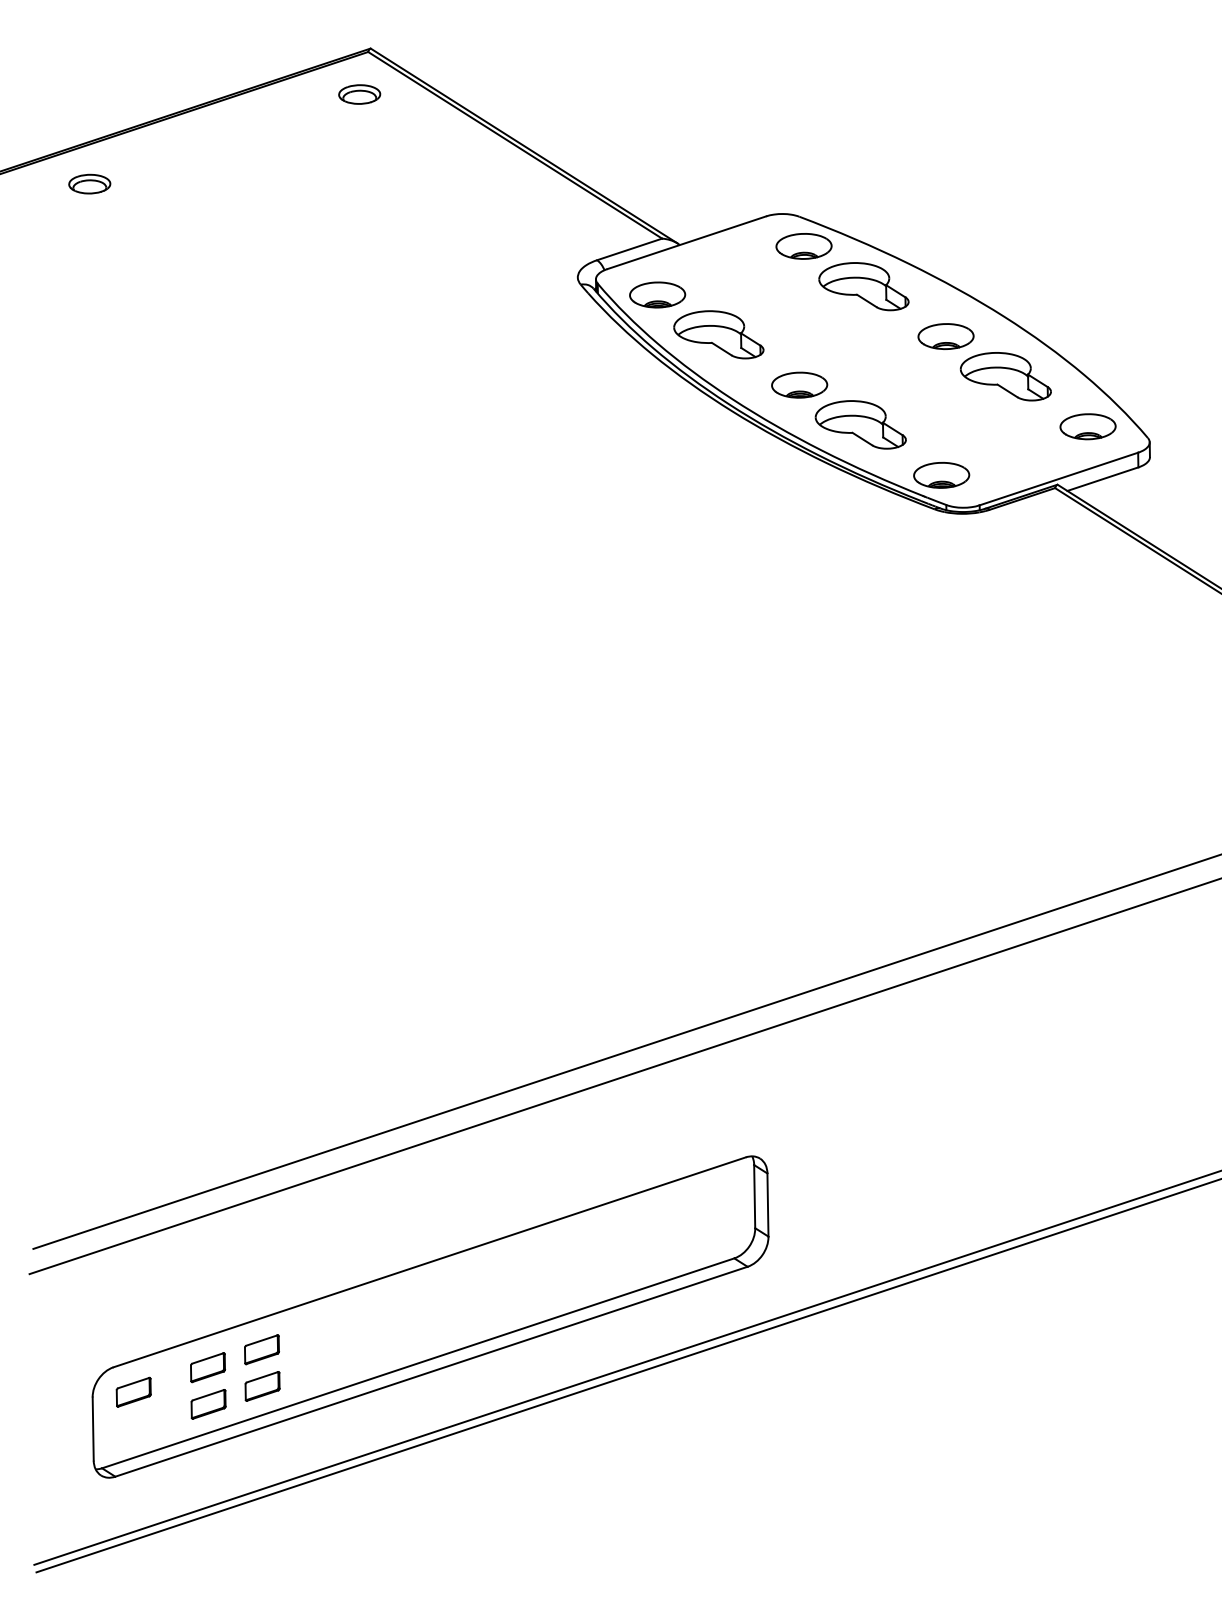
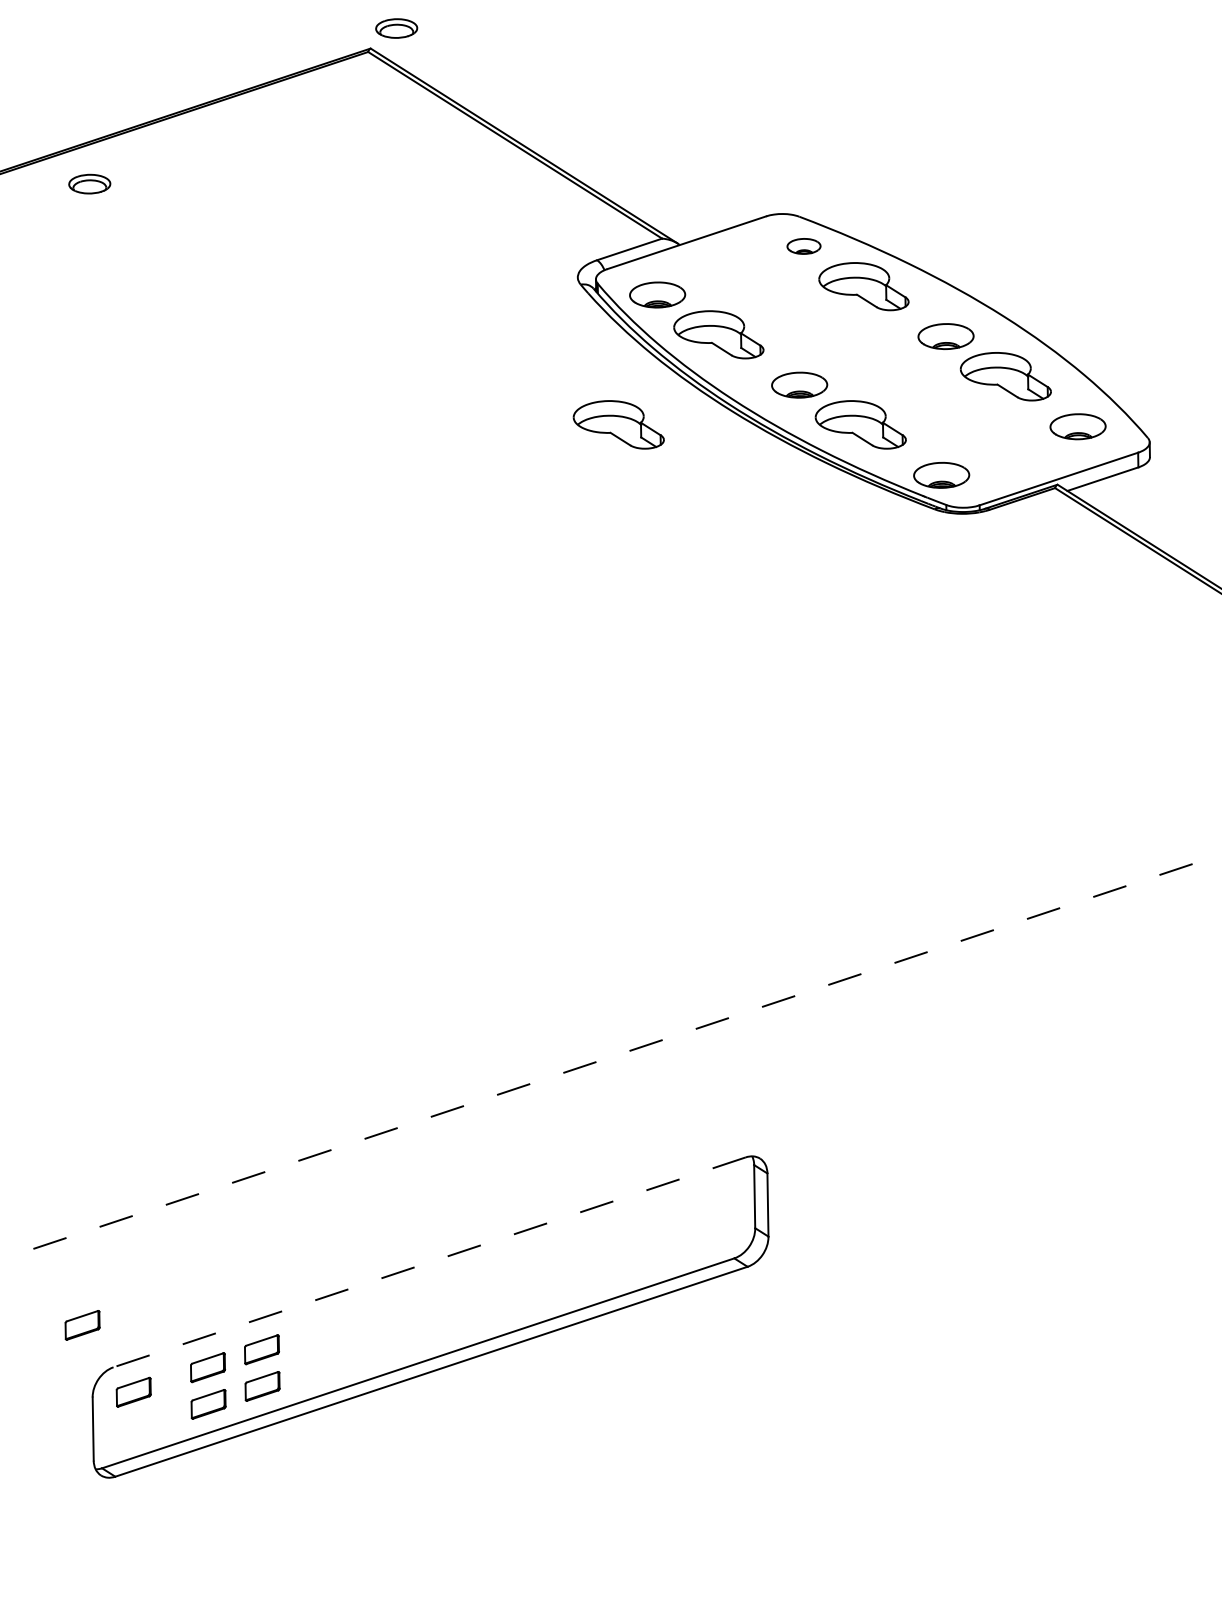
part at (359, 94) position: (359, 94) -> (396, 28)
part at (803, 246) size: 58x27 px -> 36x17 px
part at (618, 424): none -> present
part at (1087, 426) position: (1087, 426) -> (1077, 426)
line at (627, 1051): solid -> dashed
line at (623, 1076): present -> none
line at (429, 1262): solid -> dashed
part at (82, 1325): none -> present
line at (626, 1367): present -> none
line at (627, 1375): present -> none
